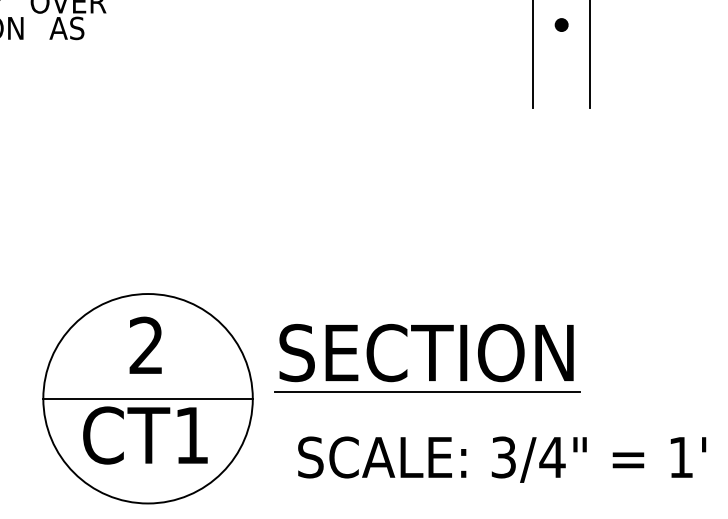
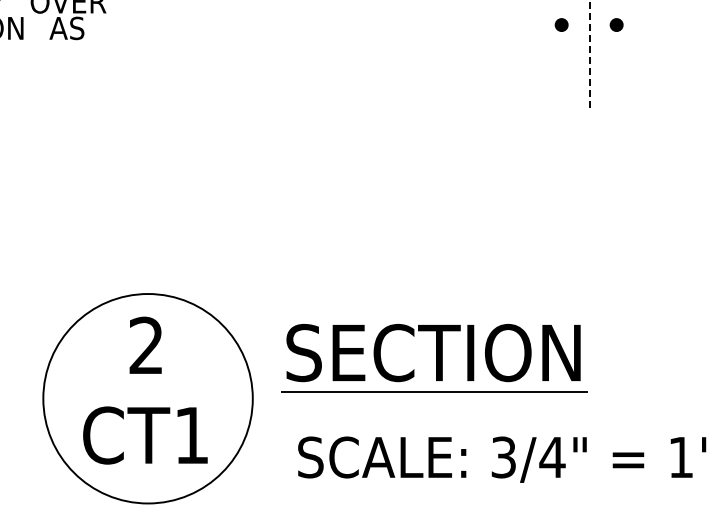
part at (616, 24): none -> present
line at (589, 53): solid -> dashed
line at (533, 54): present -> none
part at (427, 358) position: (427, 358) -> (434, 358)
line at (147, 398): present -> none
